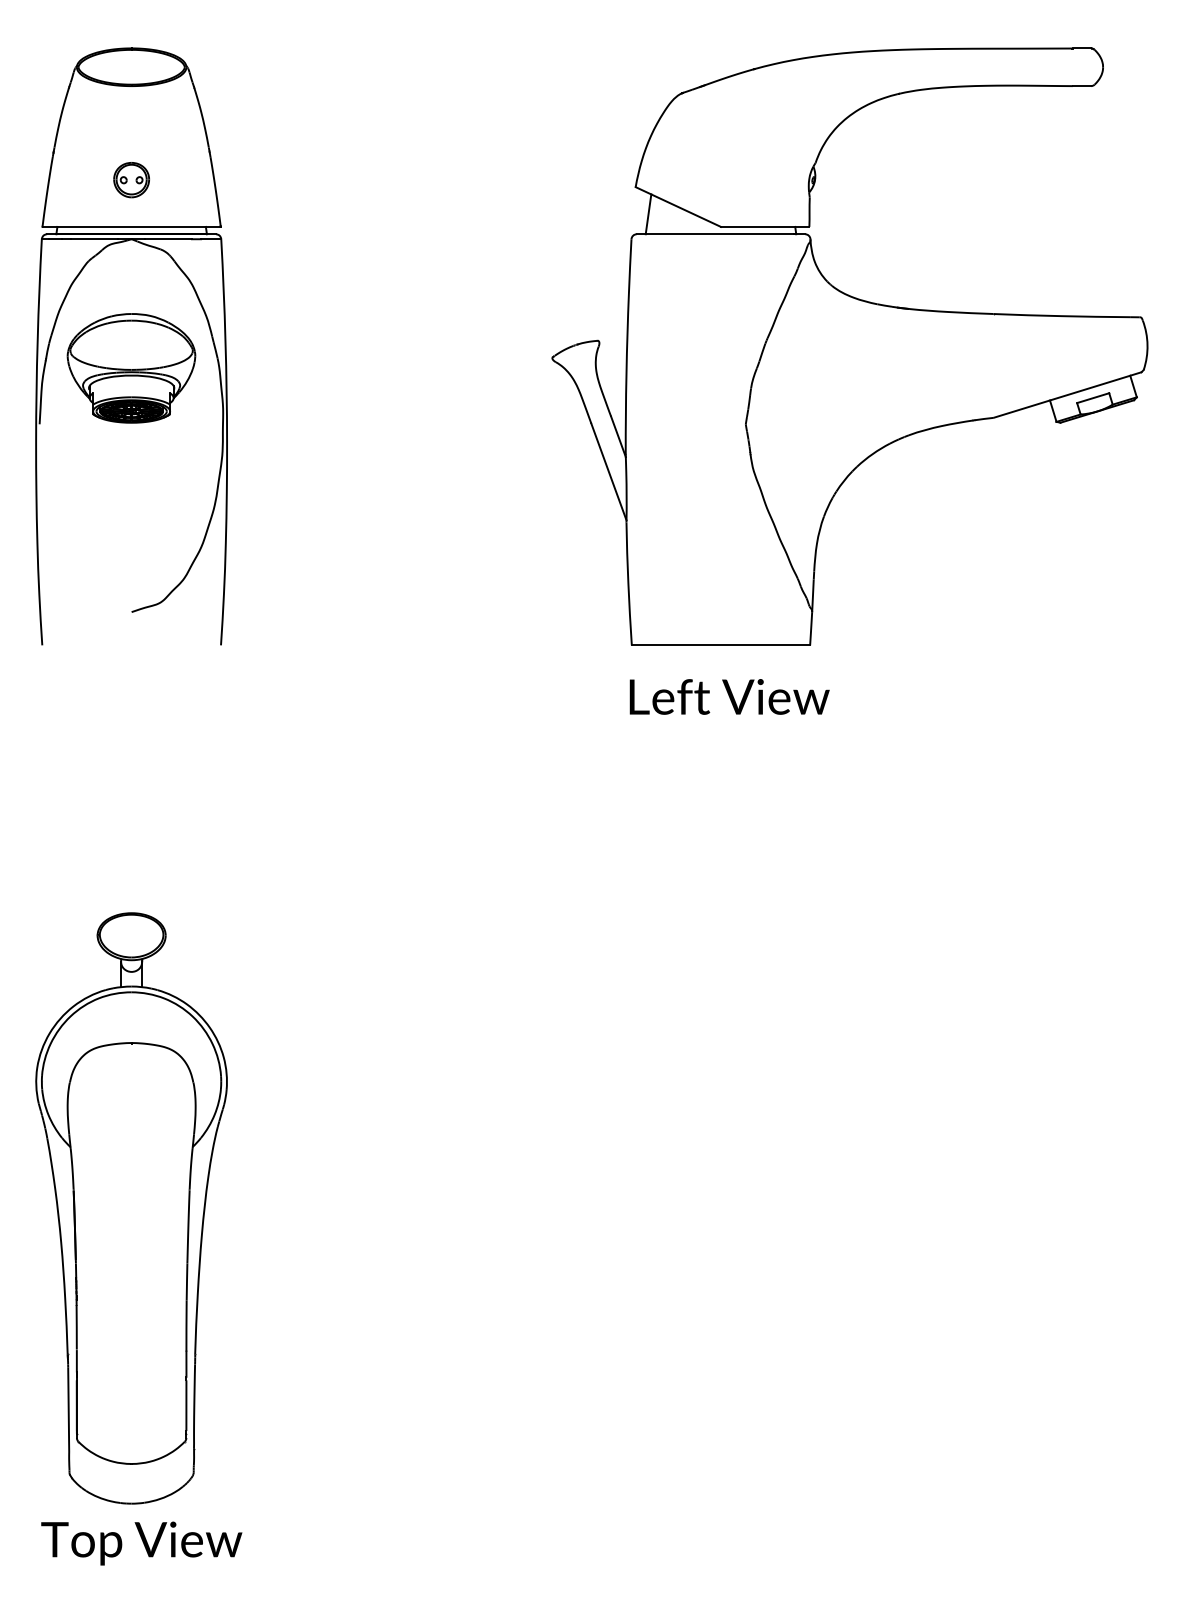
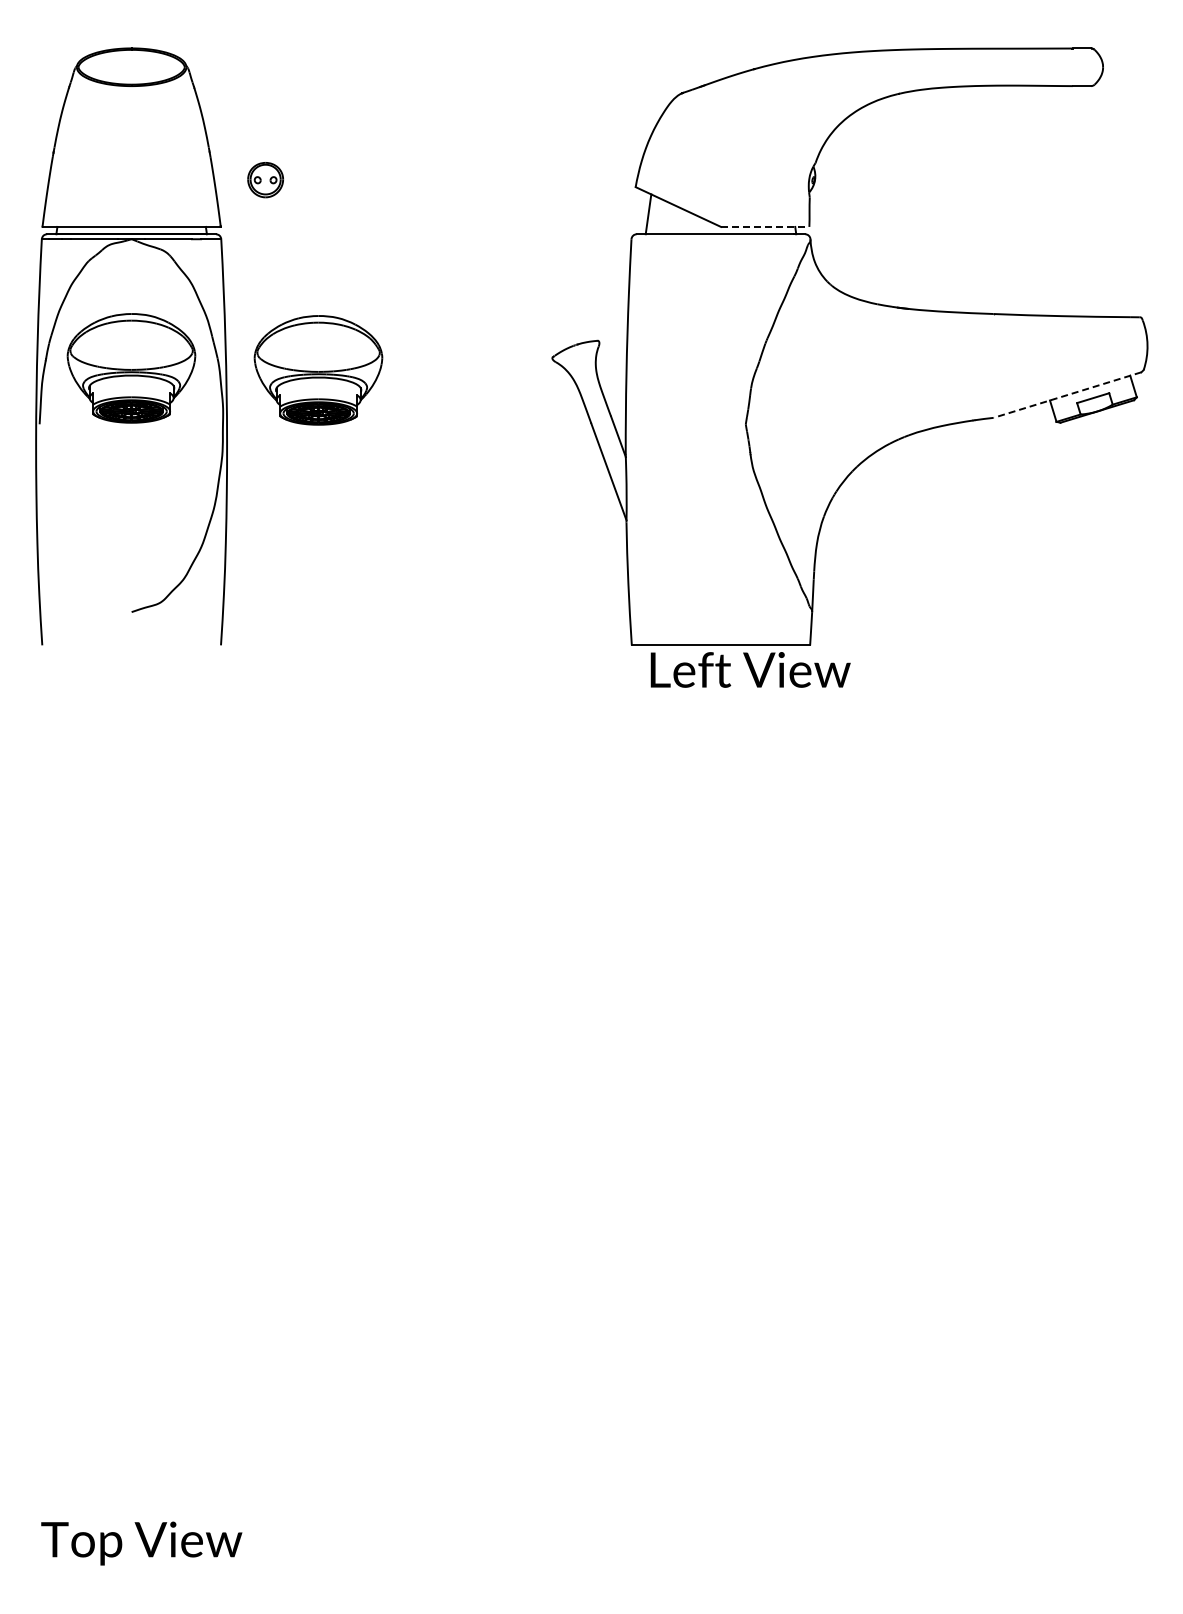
part at (131, 180) position: (131, 180) -> (265, 180)
line at (765, 226): solid -> dashed
part at (318, 370): none -> present
line at (1067, 395): solid -> dashed
text at (729, 696) position: (729, 696) -> (750, 669)
part at (138, 1238): present -> none
